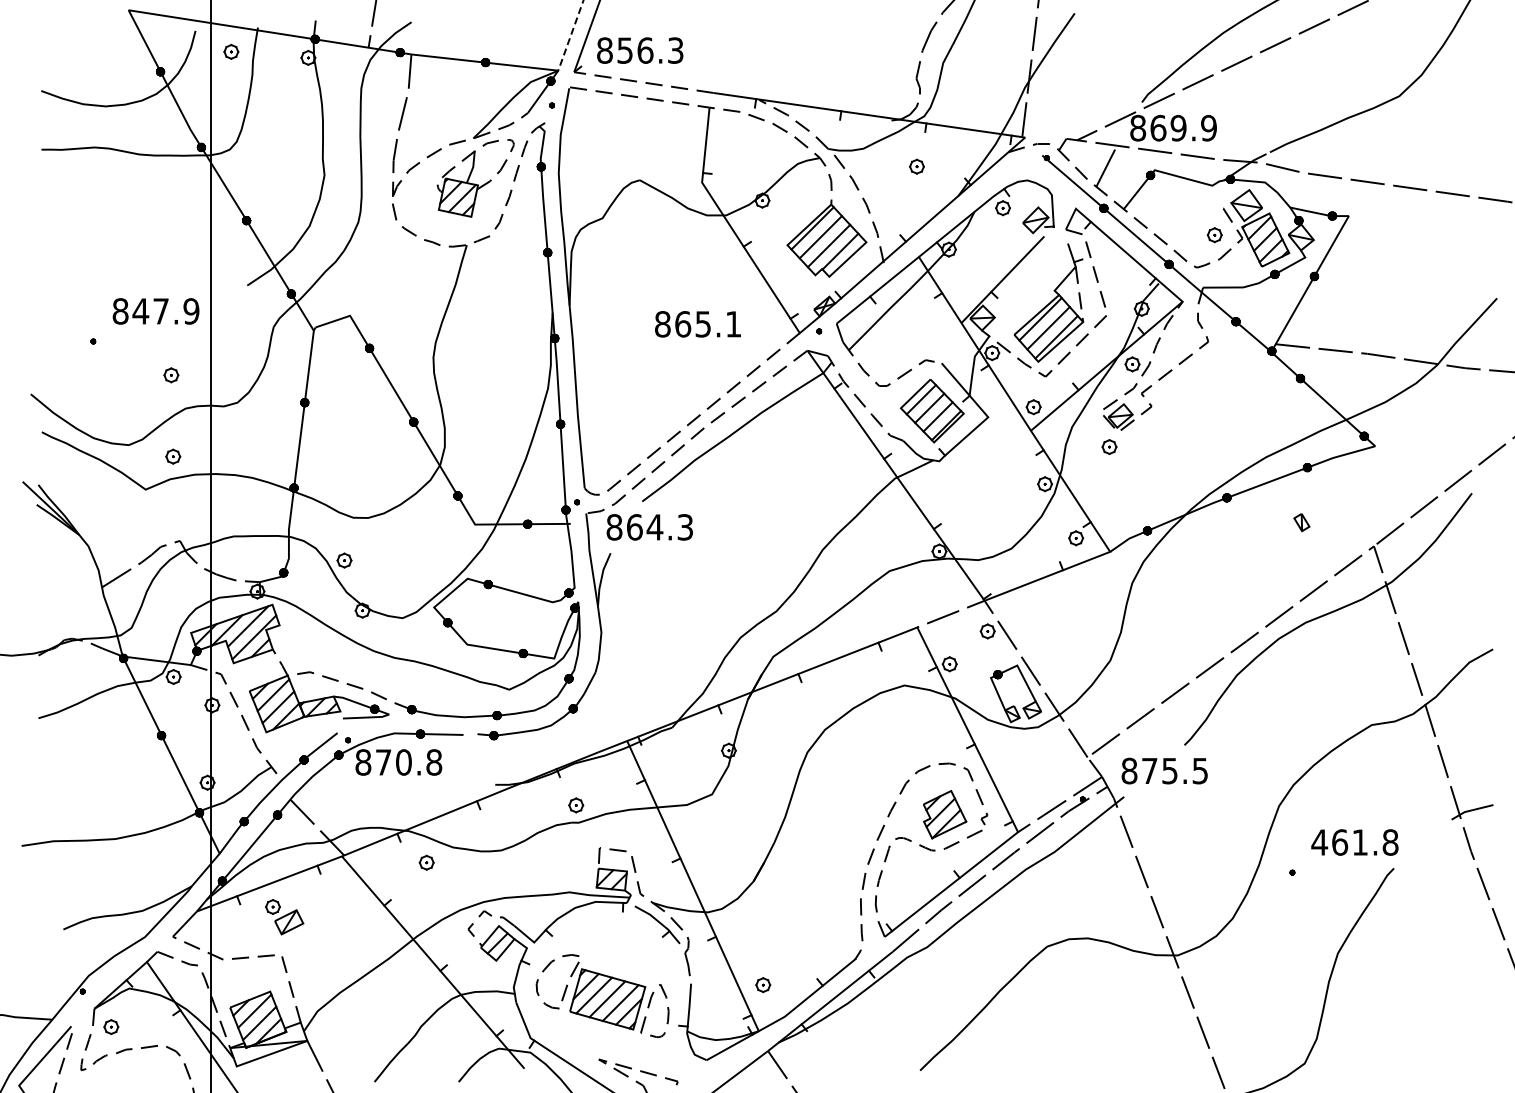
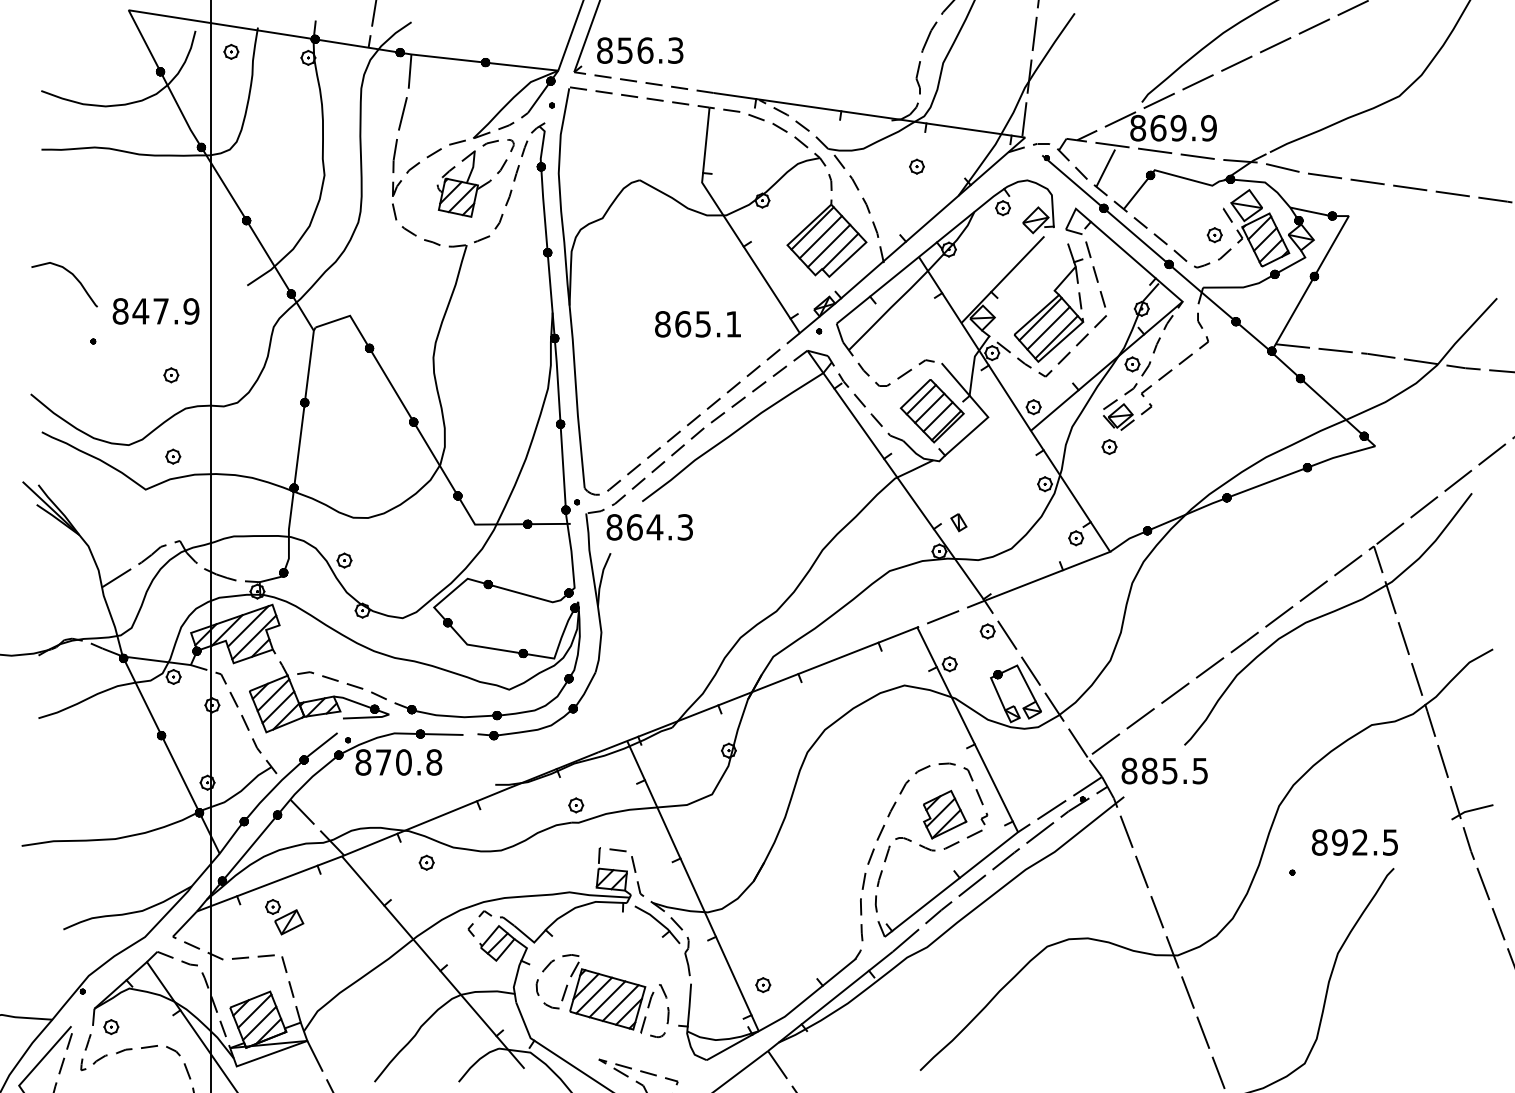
line at (570, 35): dashed -> solid
curve at (72, 275): none -> present
part at (1301, 522) position: (1301, 522) -> (958, 522)
text at (1149, 770): 875.5 -> 885.5
text at (1354, 842): 461.8 -> 892.5
